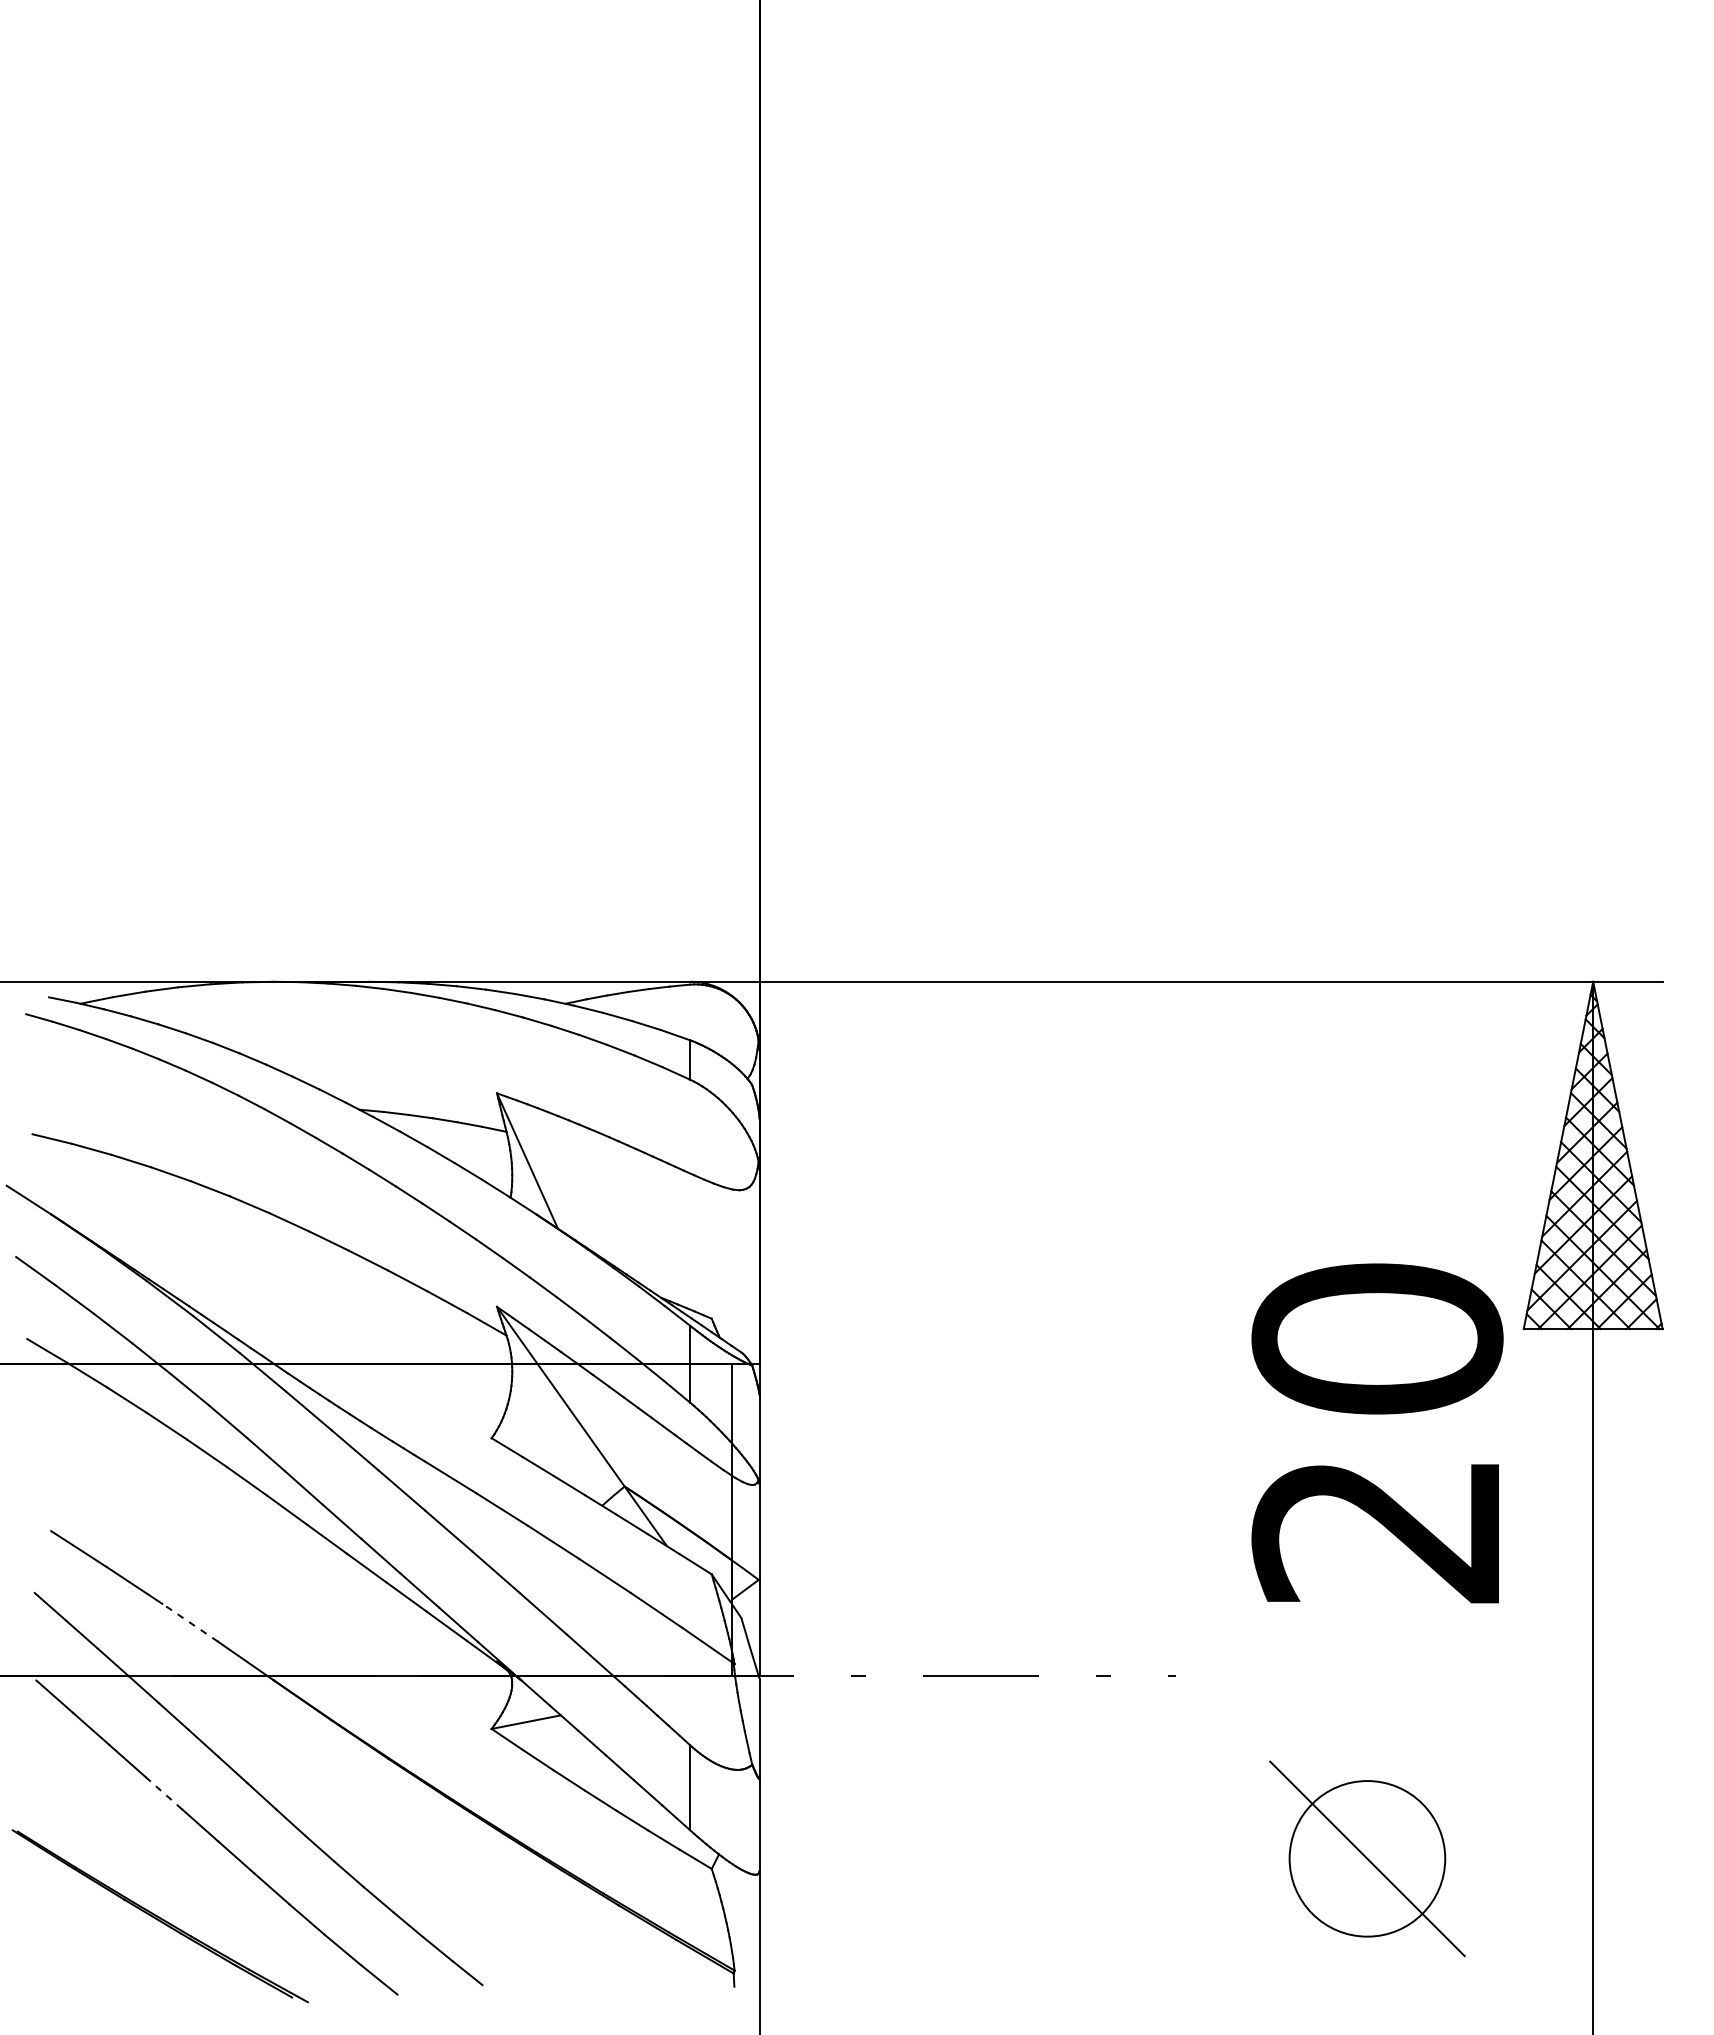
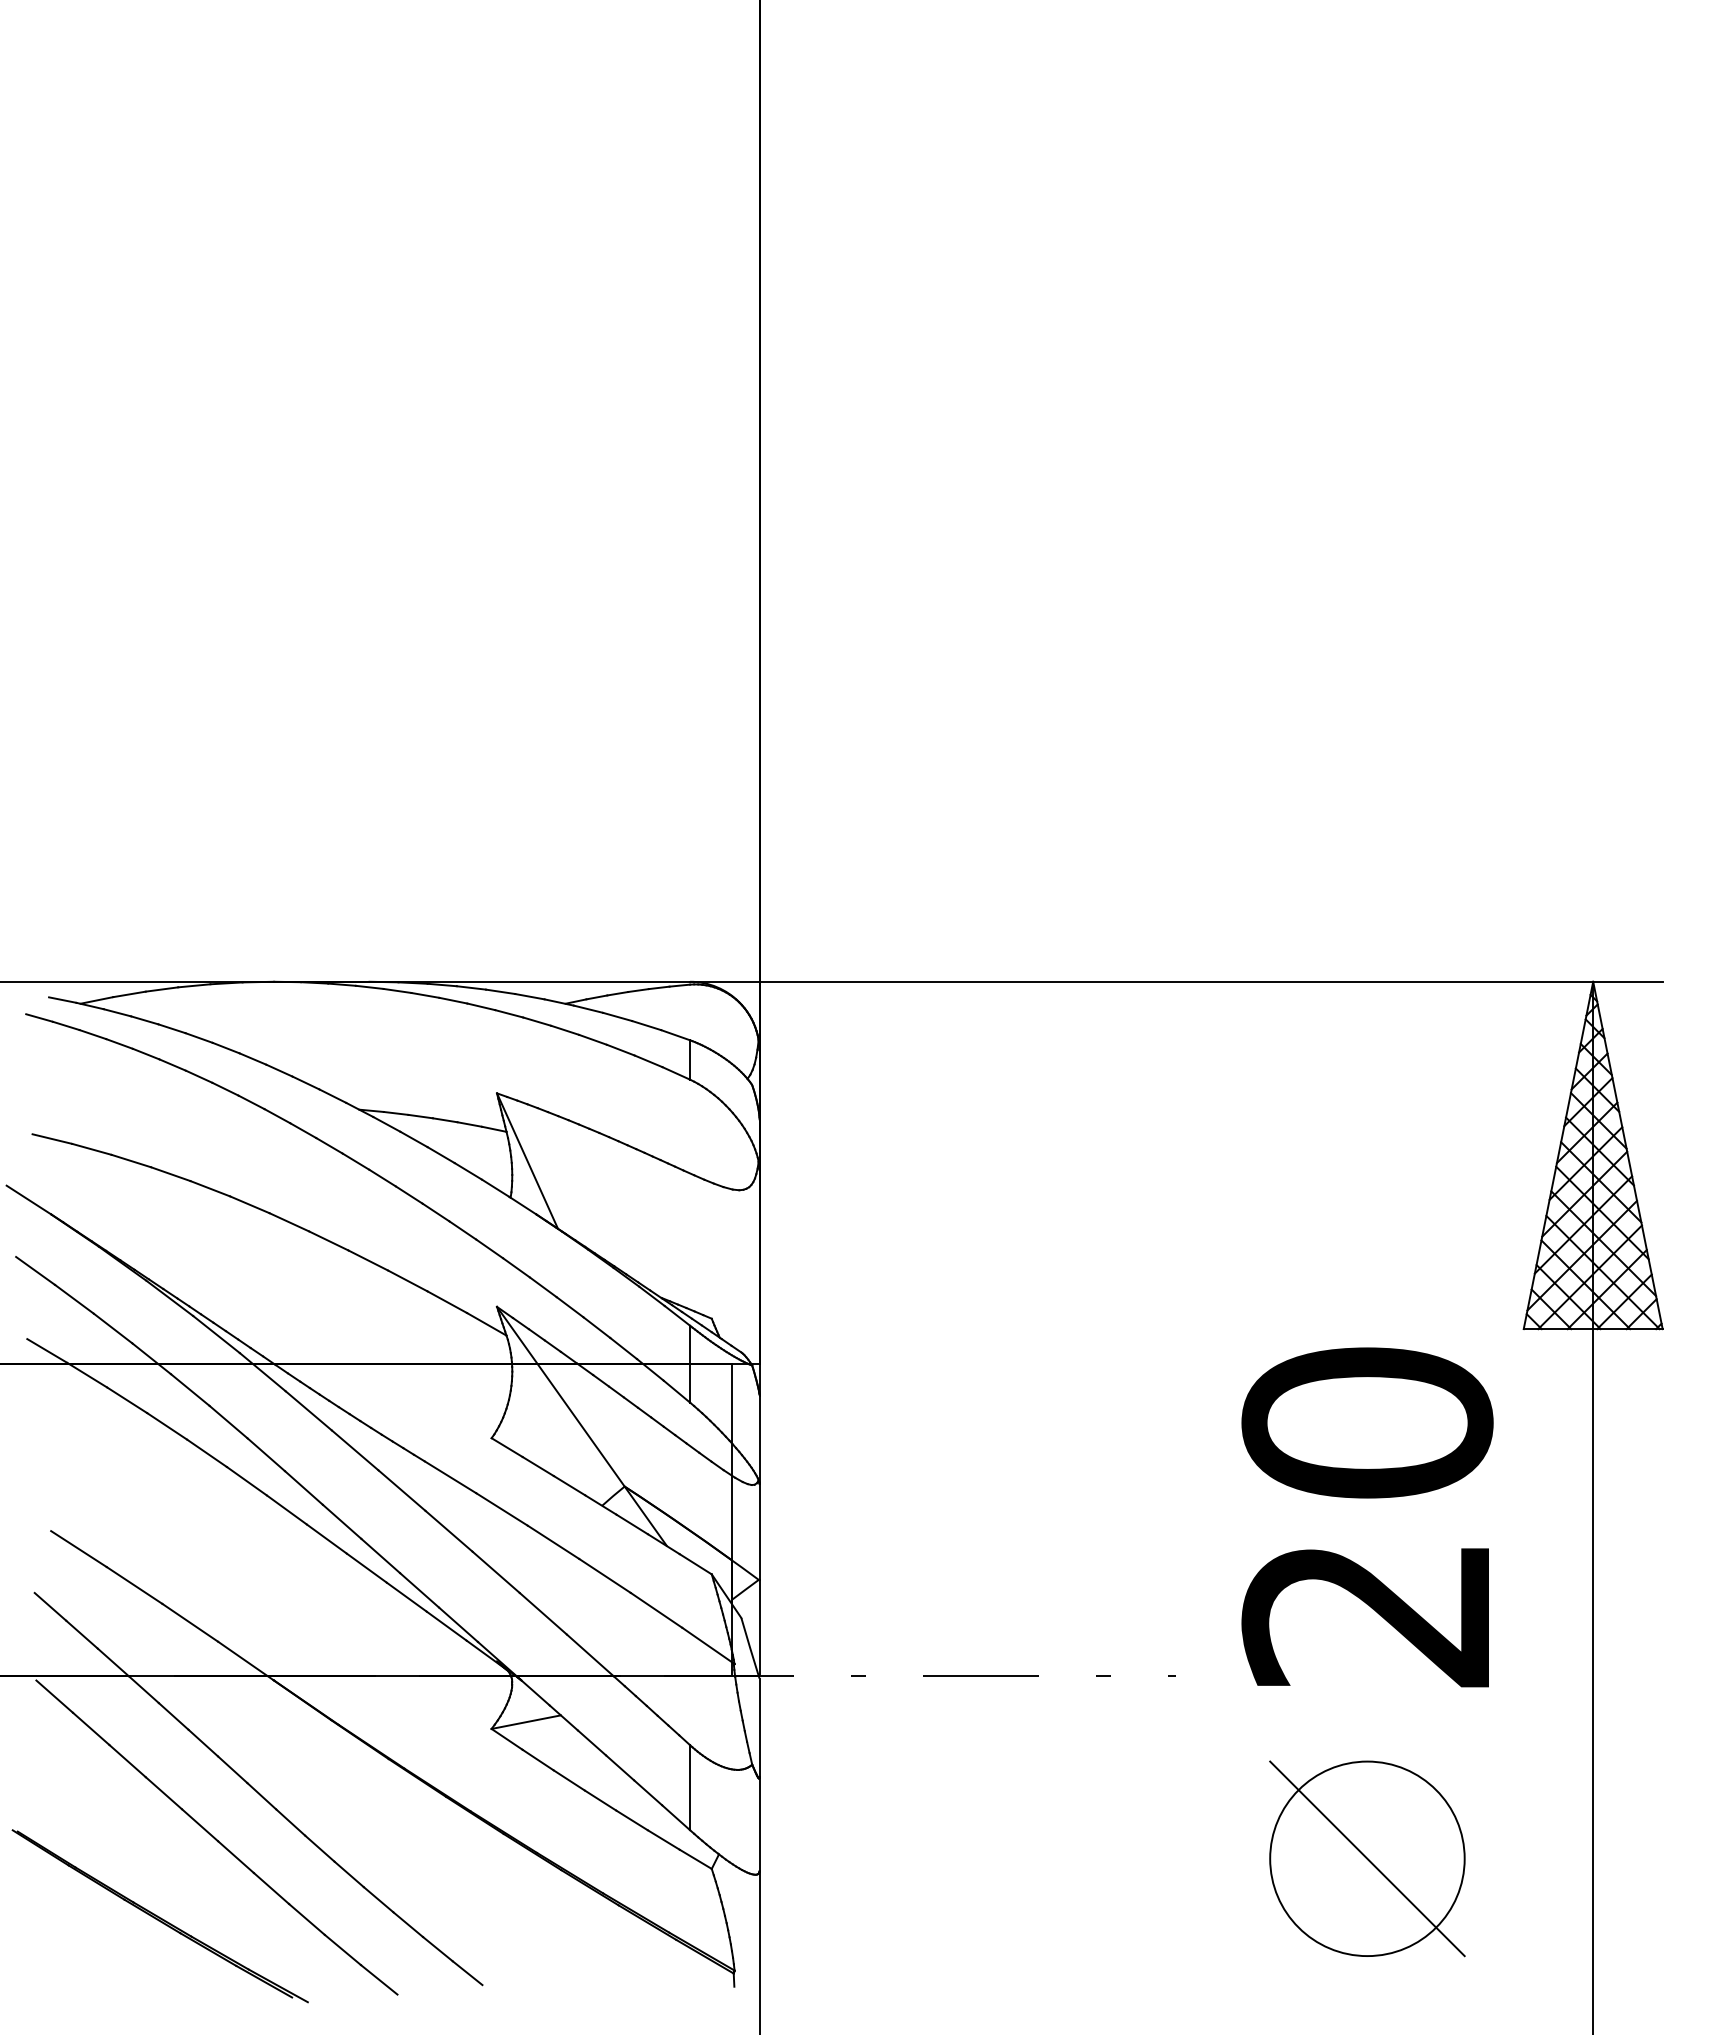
text at (1377, 1433) position: (1377, 1433) -> (1367, 1517)
line at (190, 1622): dashed -> solid
line at (163, 1792): dashed -> solid
circle at (1367, 1858) diameter: 156 px -> 195 px
